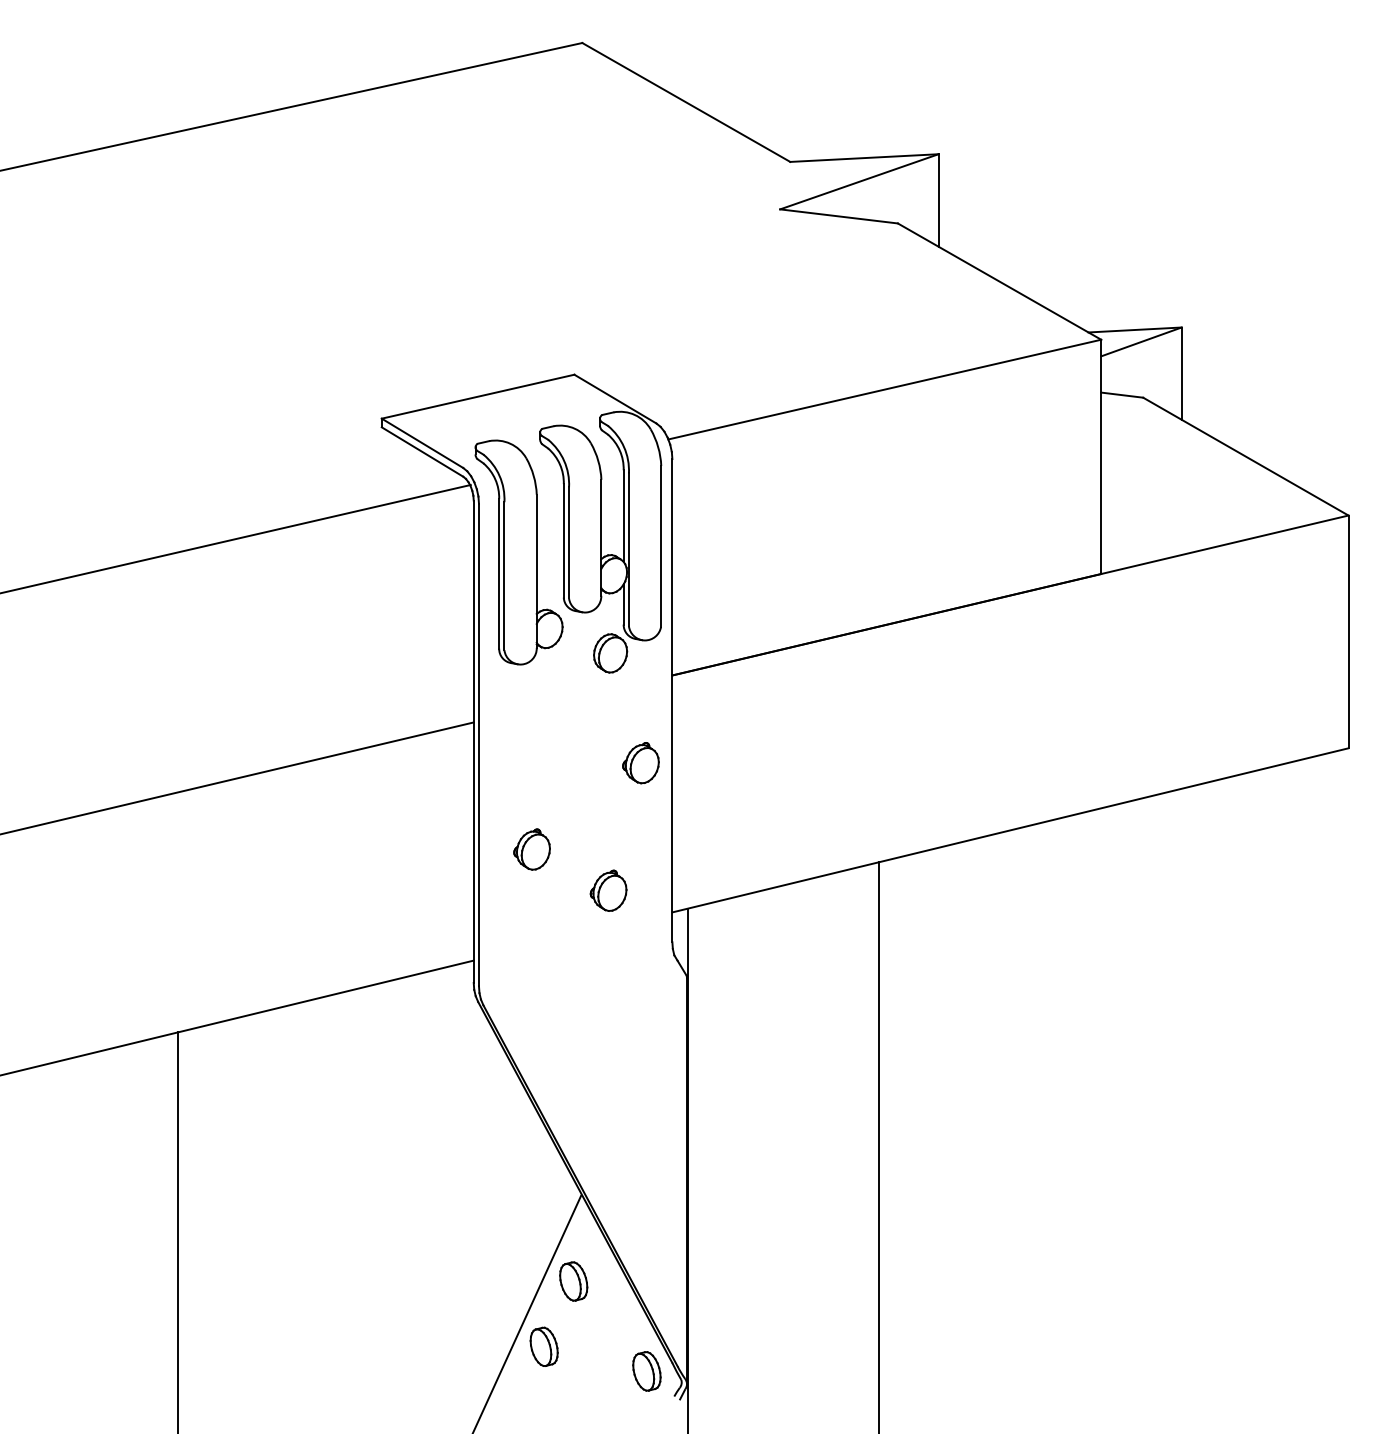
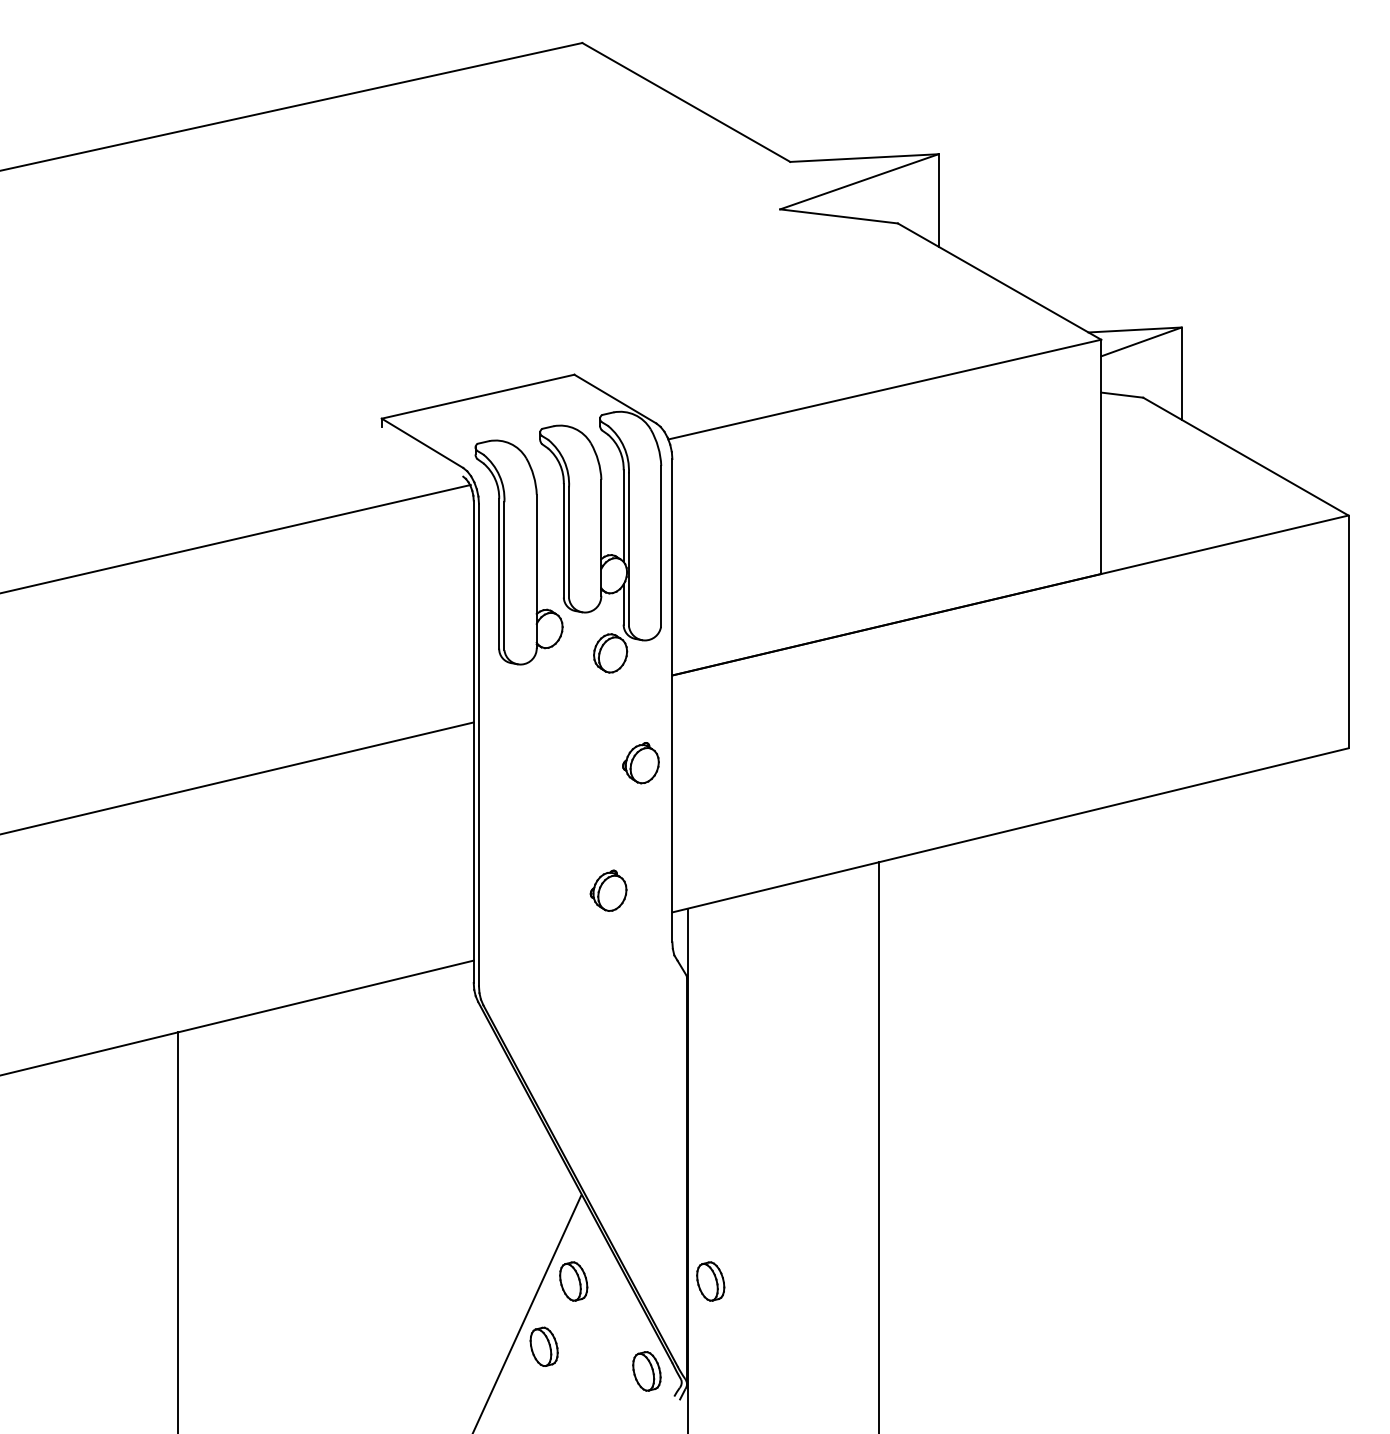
line at (422, 451): present -> none
part at (531, 849): present -> none
part at (710, 1281): none -> present
